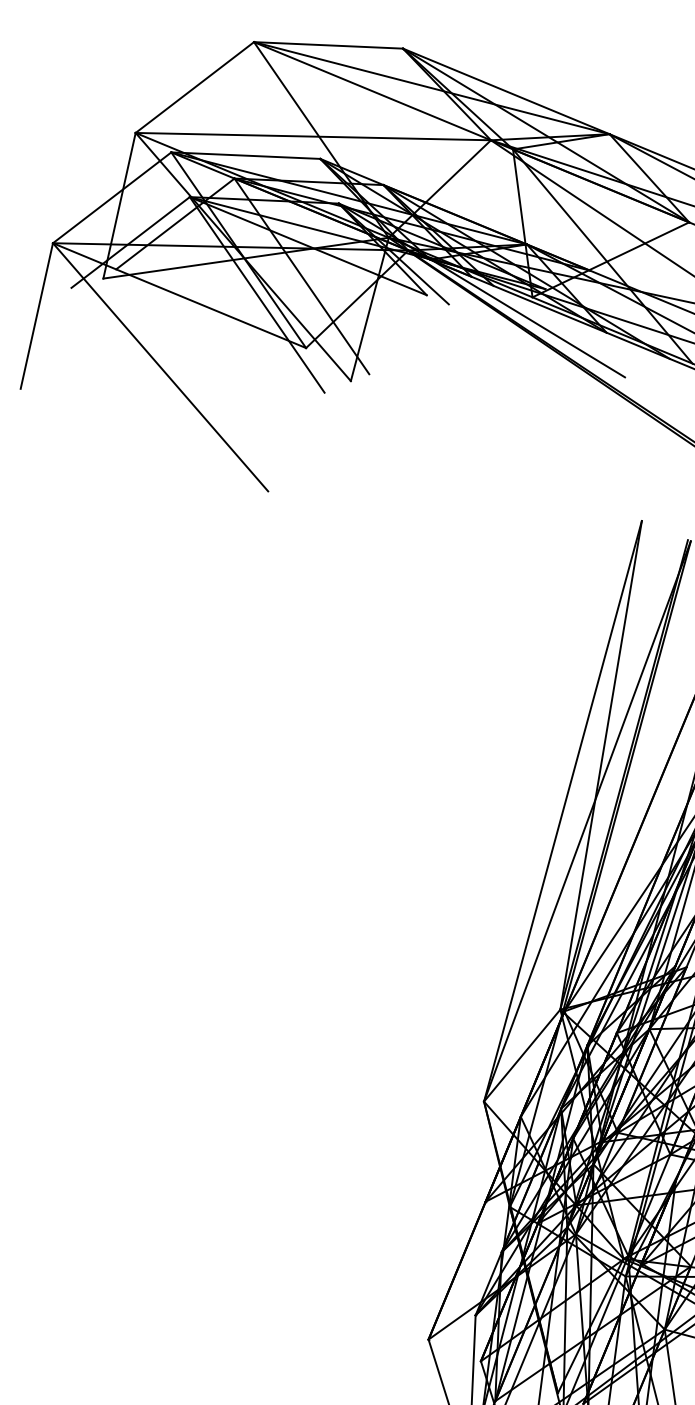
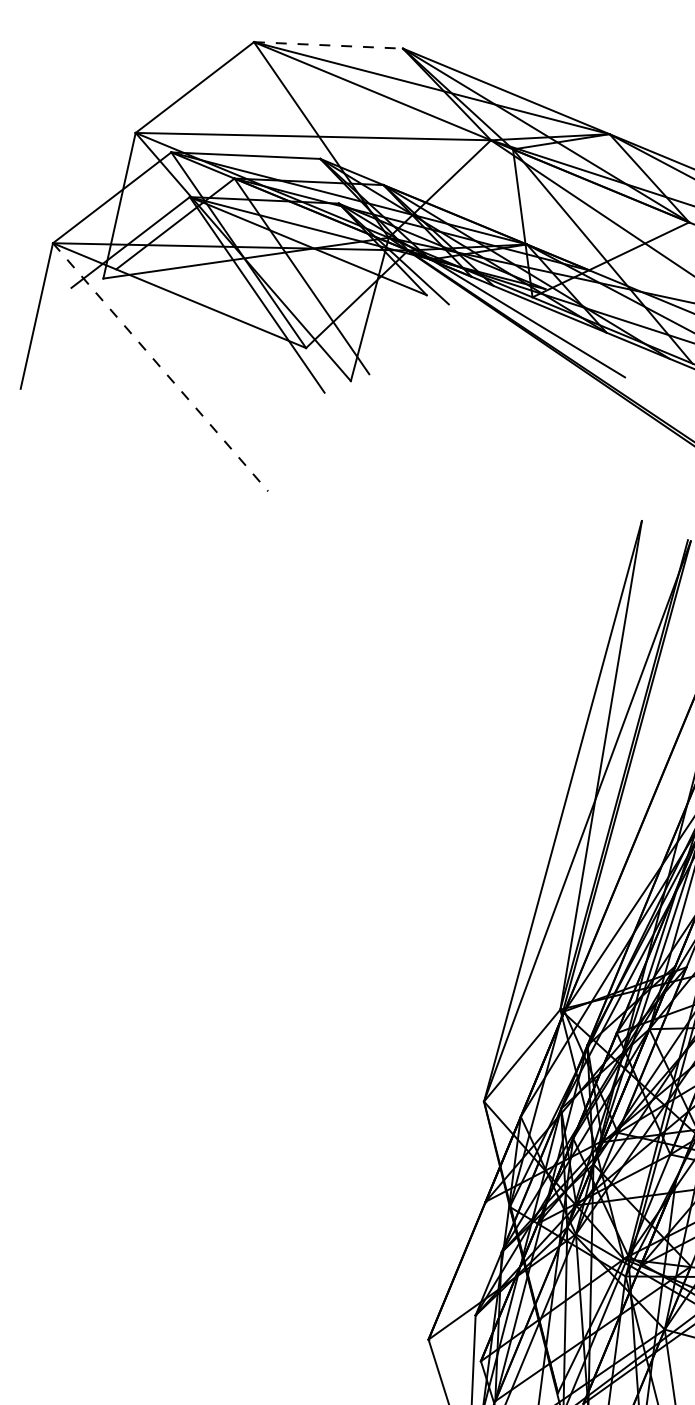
line at (328, 45): solid -> dashed
line at (160, 367): solid -> dashed
